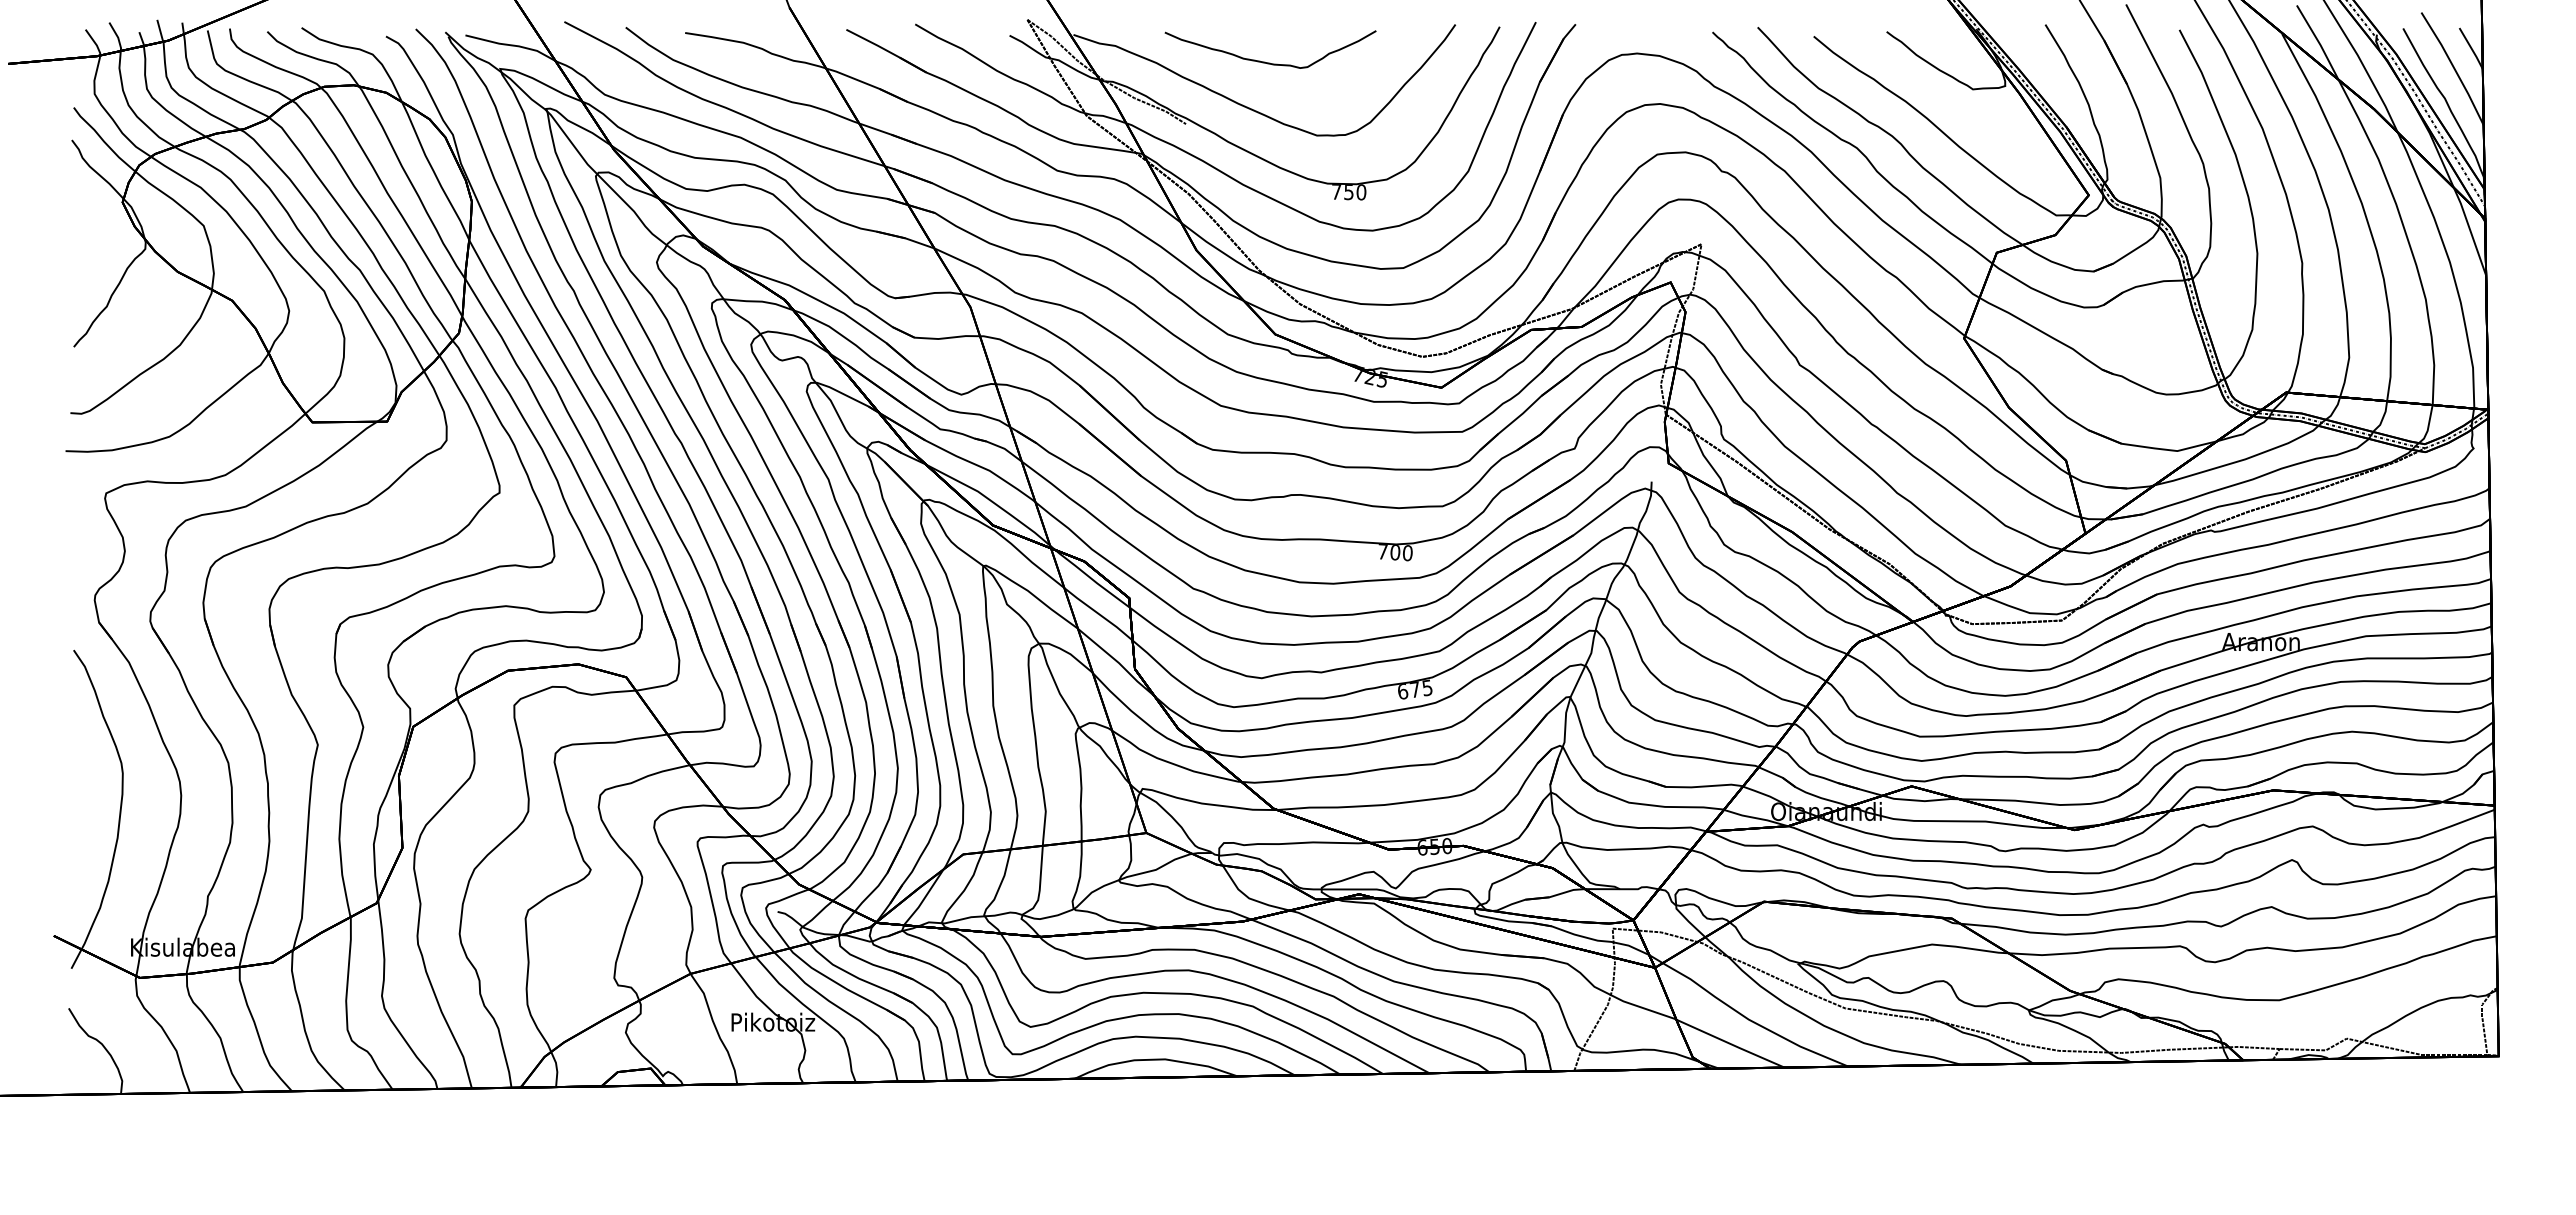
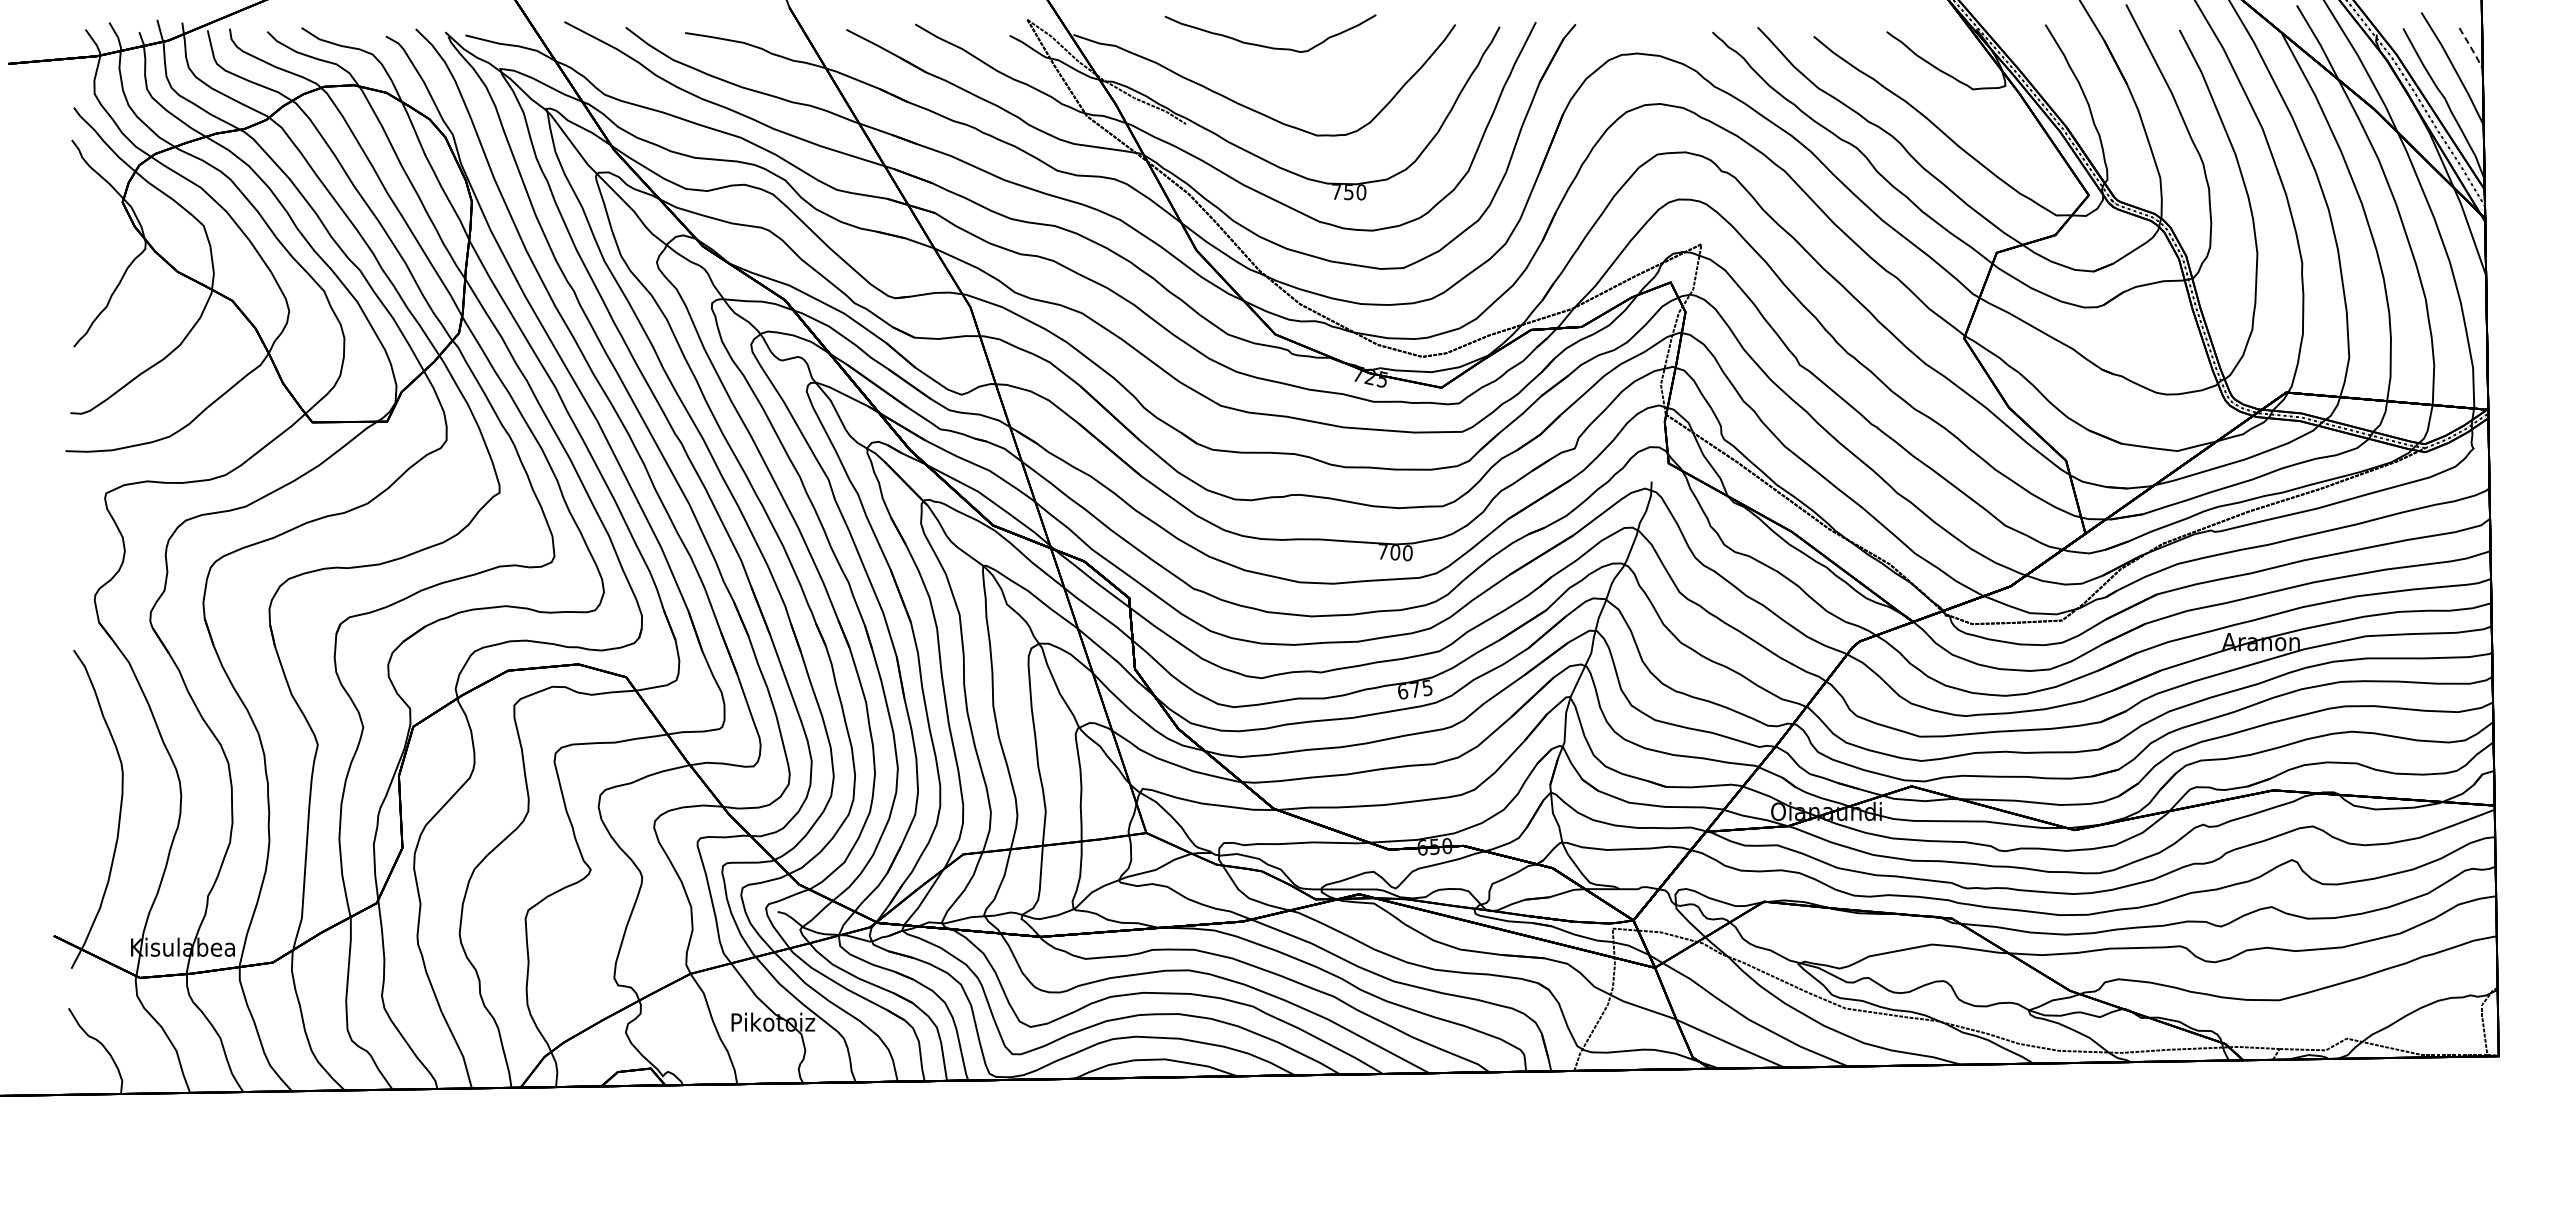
line at (2472, 49): solid -> dashed
curve at (1265, 61) position: (1265, 61) -> (1265, 45)
